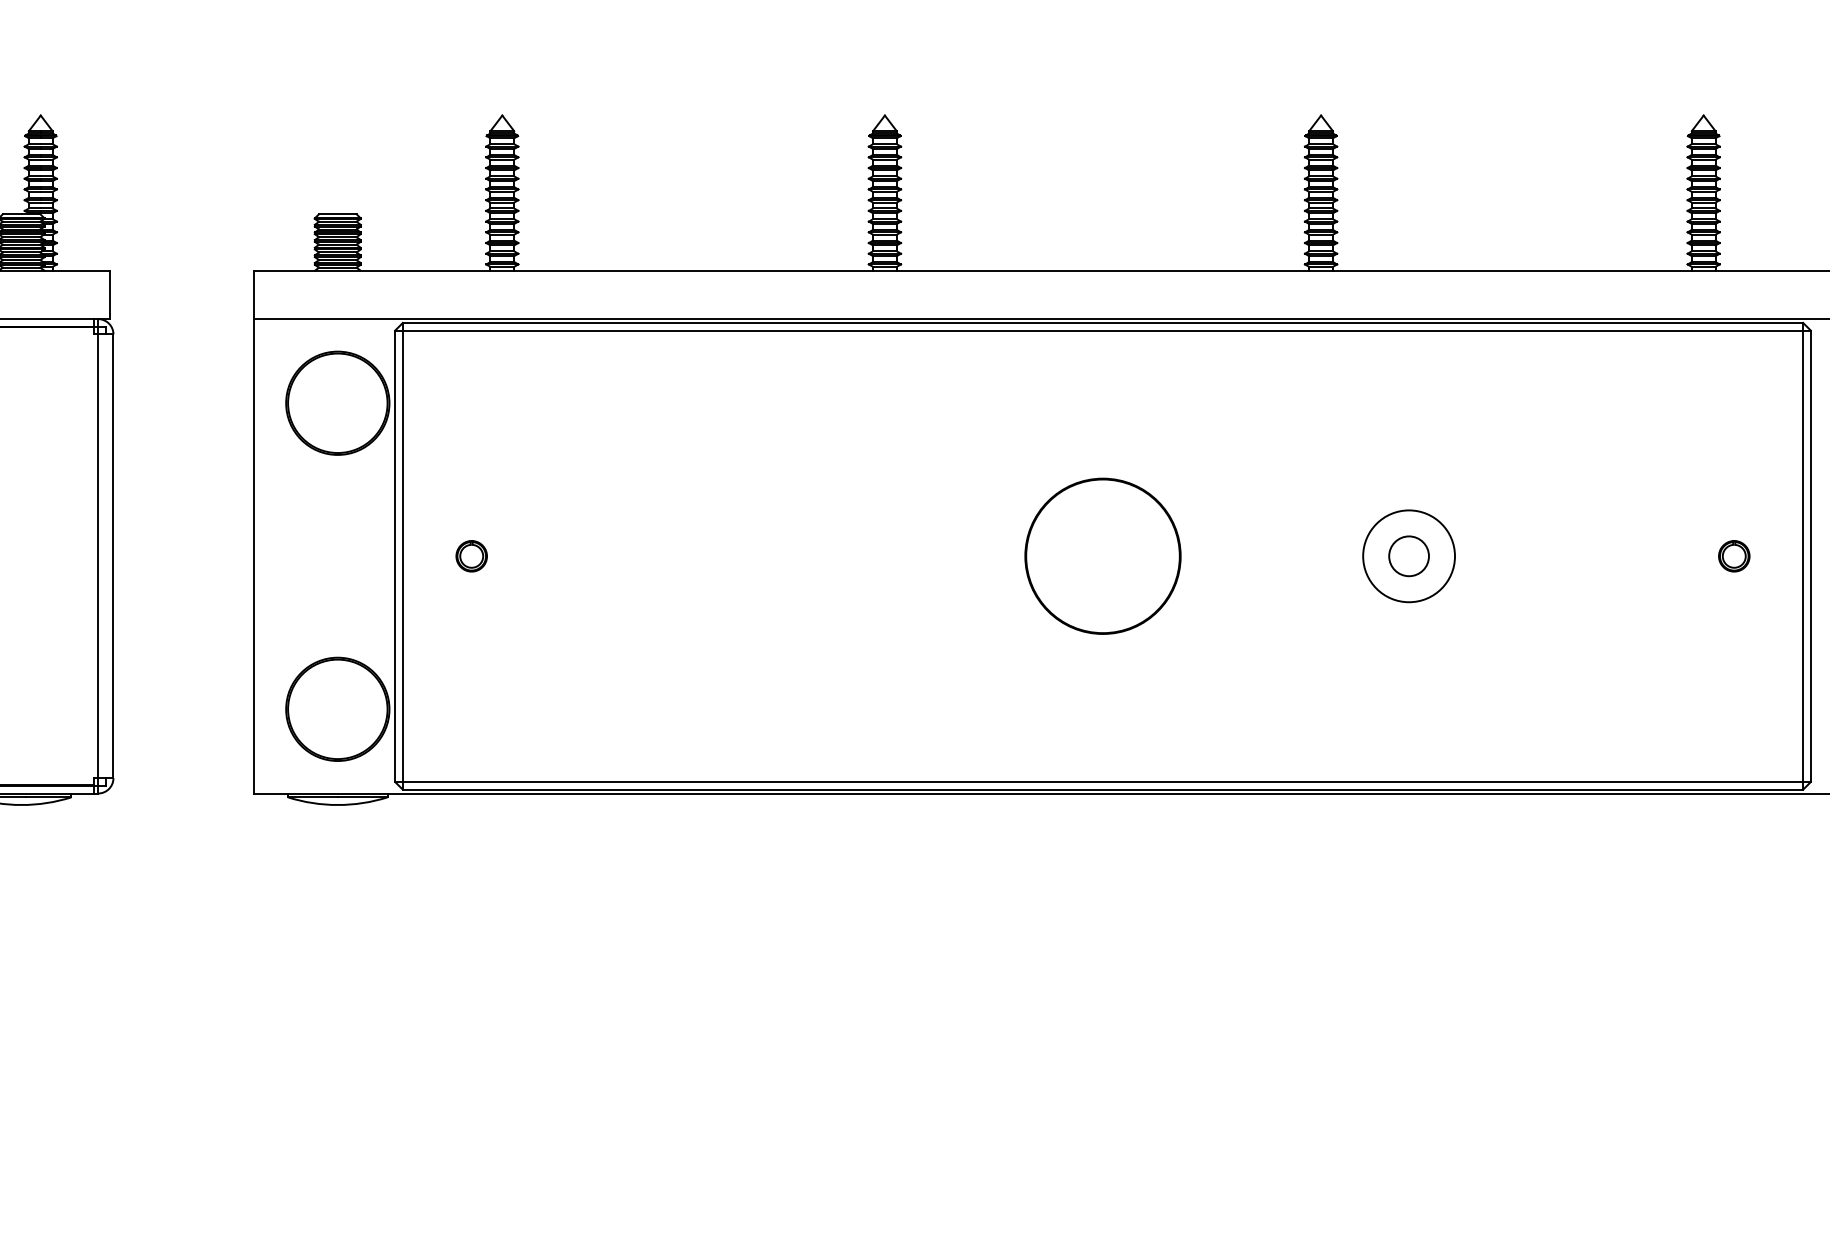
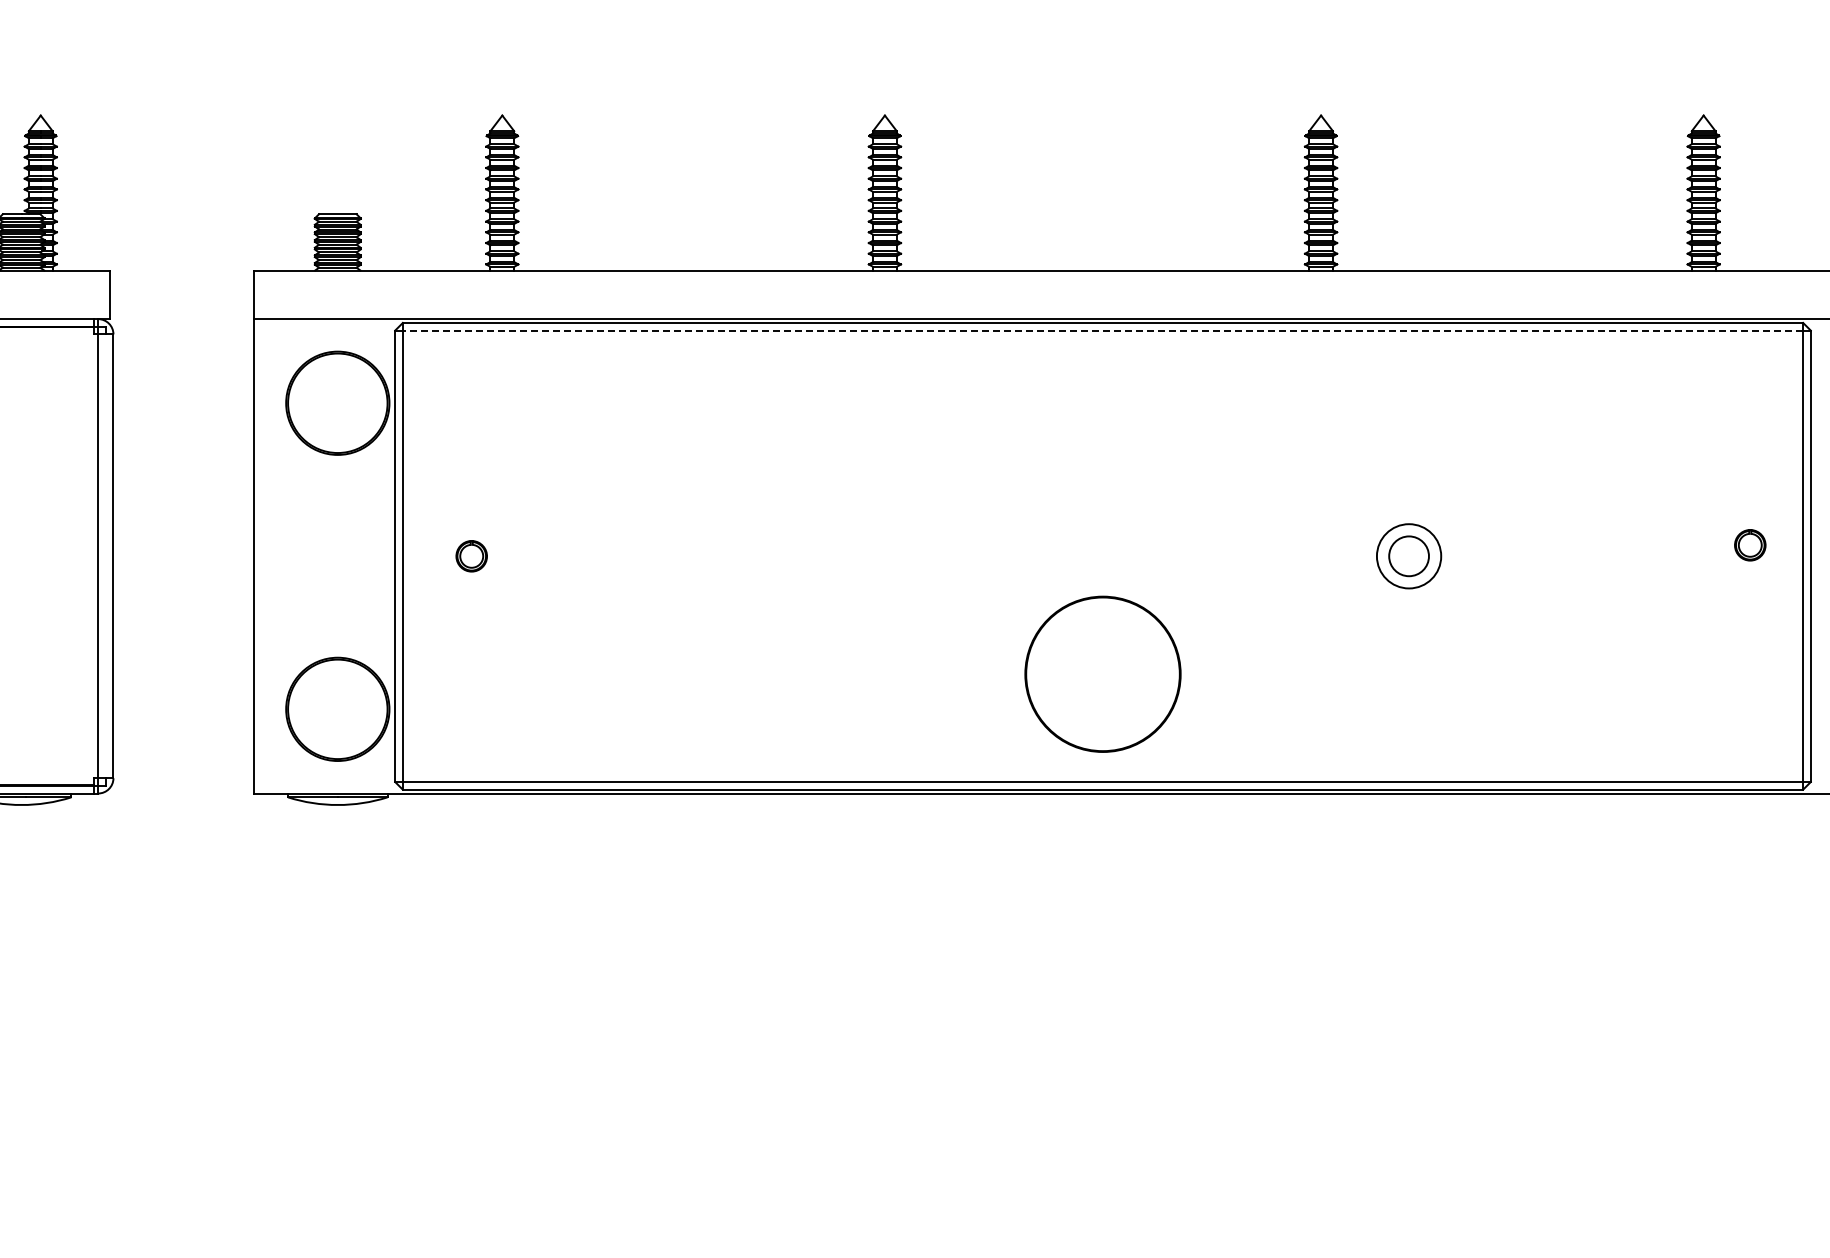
line at (1102, 330): solid -> dashed
circle at (1102, 555) position: (1102, 555) -> (1102, 673)
circle at (1409, 556) diameter: 92 px -> 64 px
part at (1734, 556) position: (1734, 556) -> (1750, 545)
